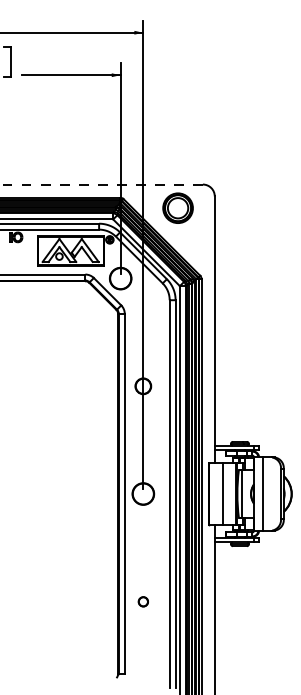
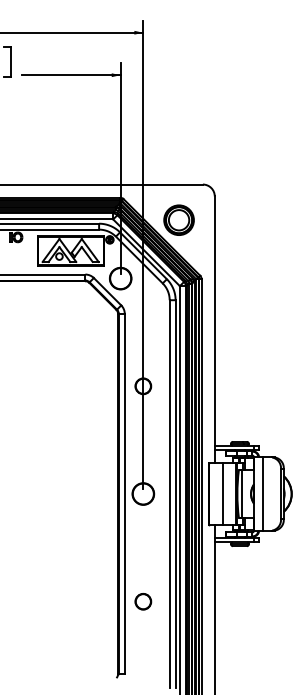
line at (101, 184): dashed -> solid
part at (177, 207) position: (177, 207) -> (178, 219)
part at (142, 601) size: 12x12 px -> 19x18 px
